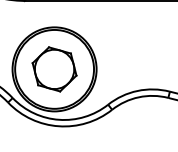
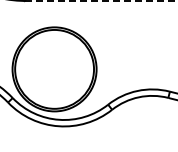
line at (101, 1): solid -> dashed
part at (54, 69): present -> none
